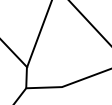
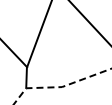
line at (60, 87): solid -> dashed
